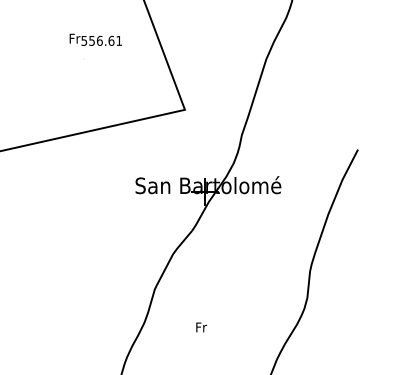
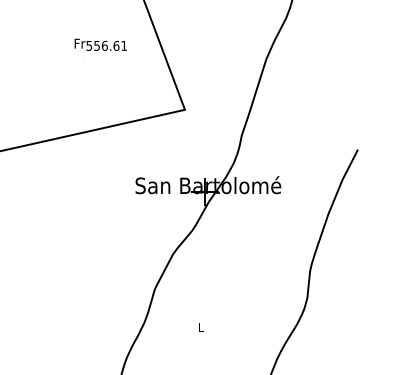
text at (95, 39) position: (95, 39) -> (100, 44)
text at (201, 327): Fr -> L
